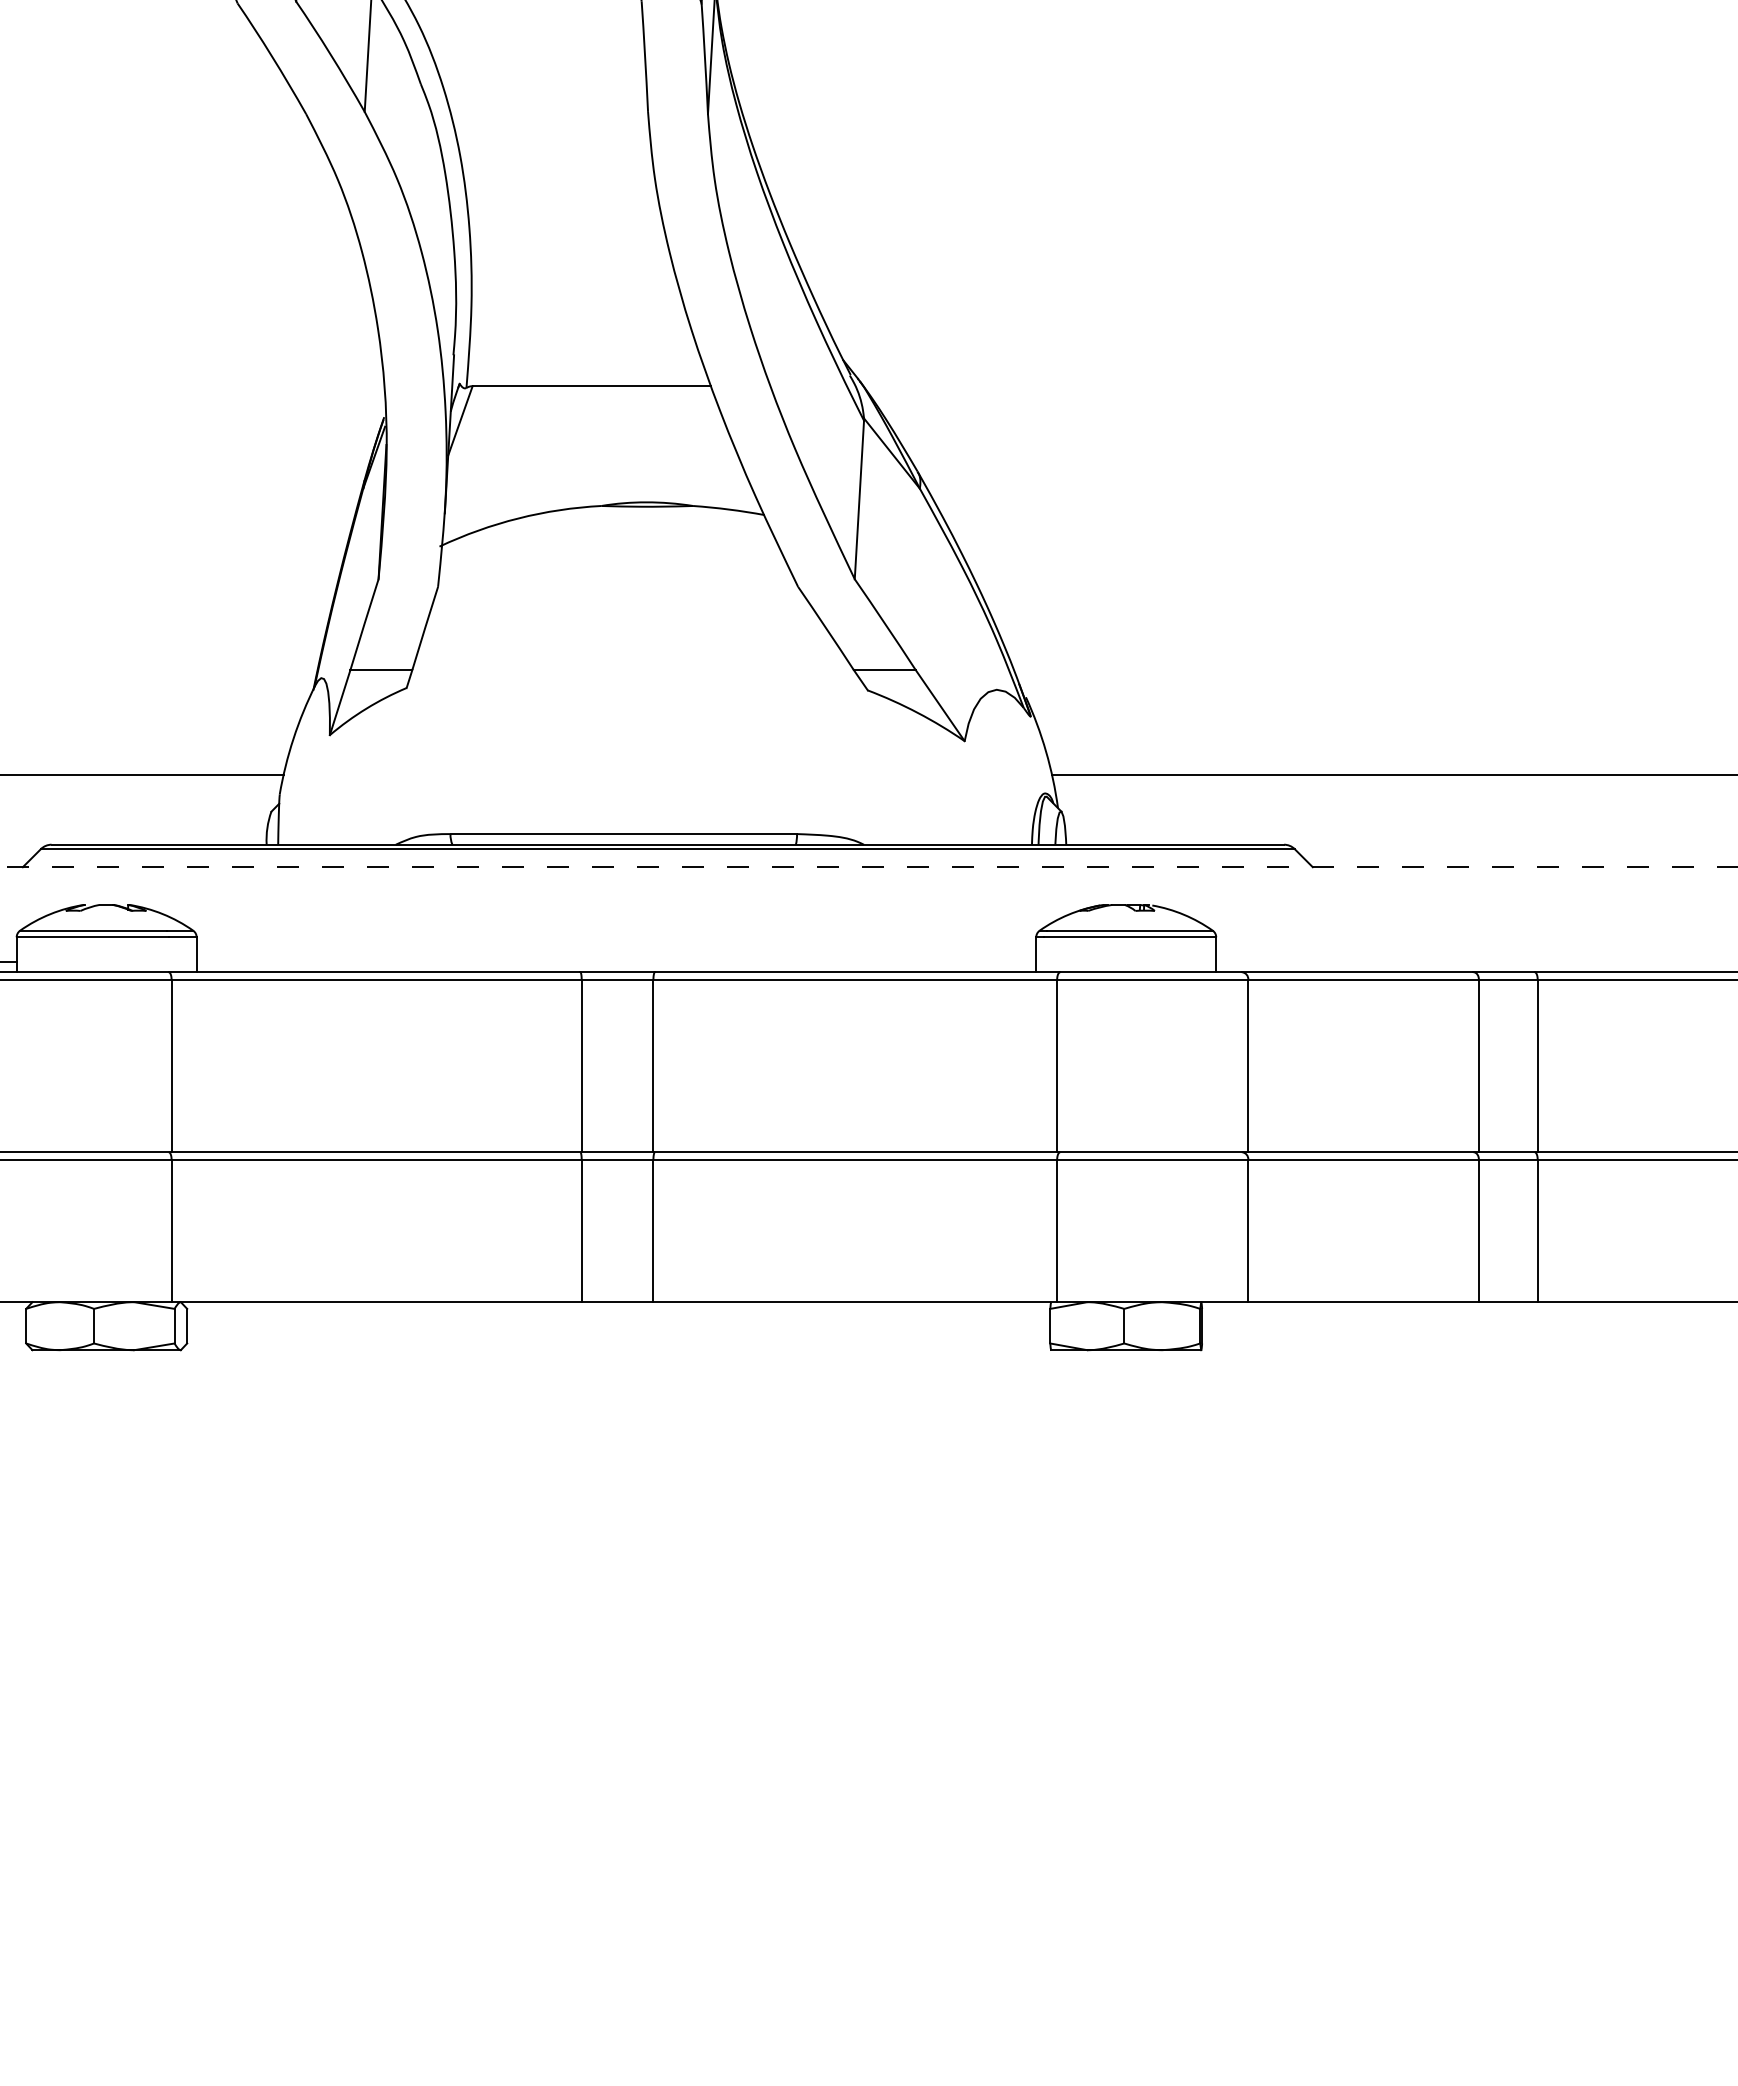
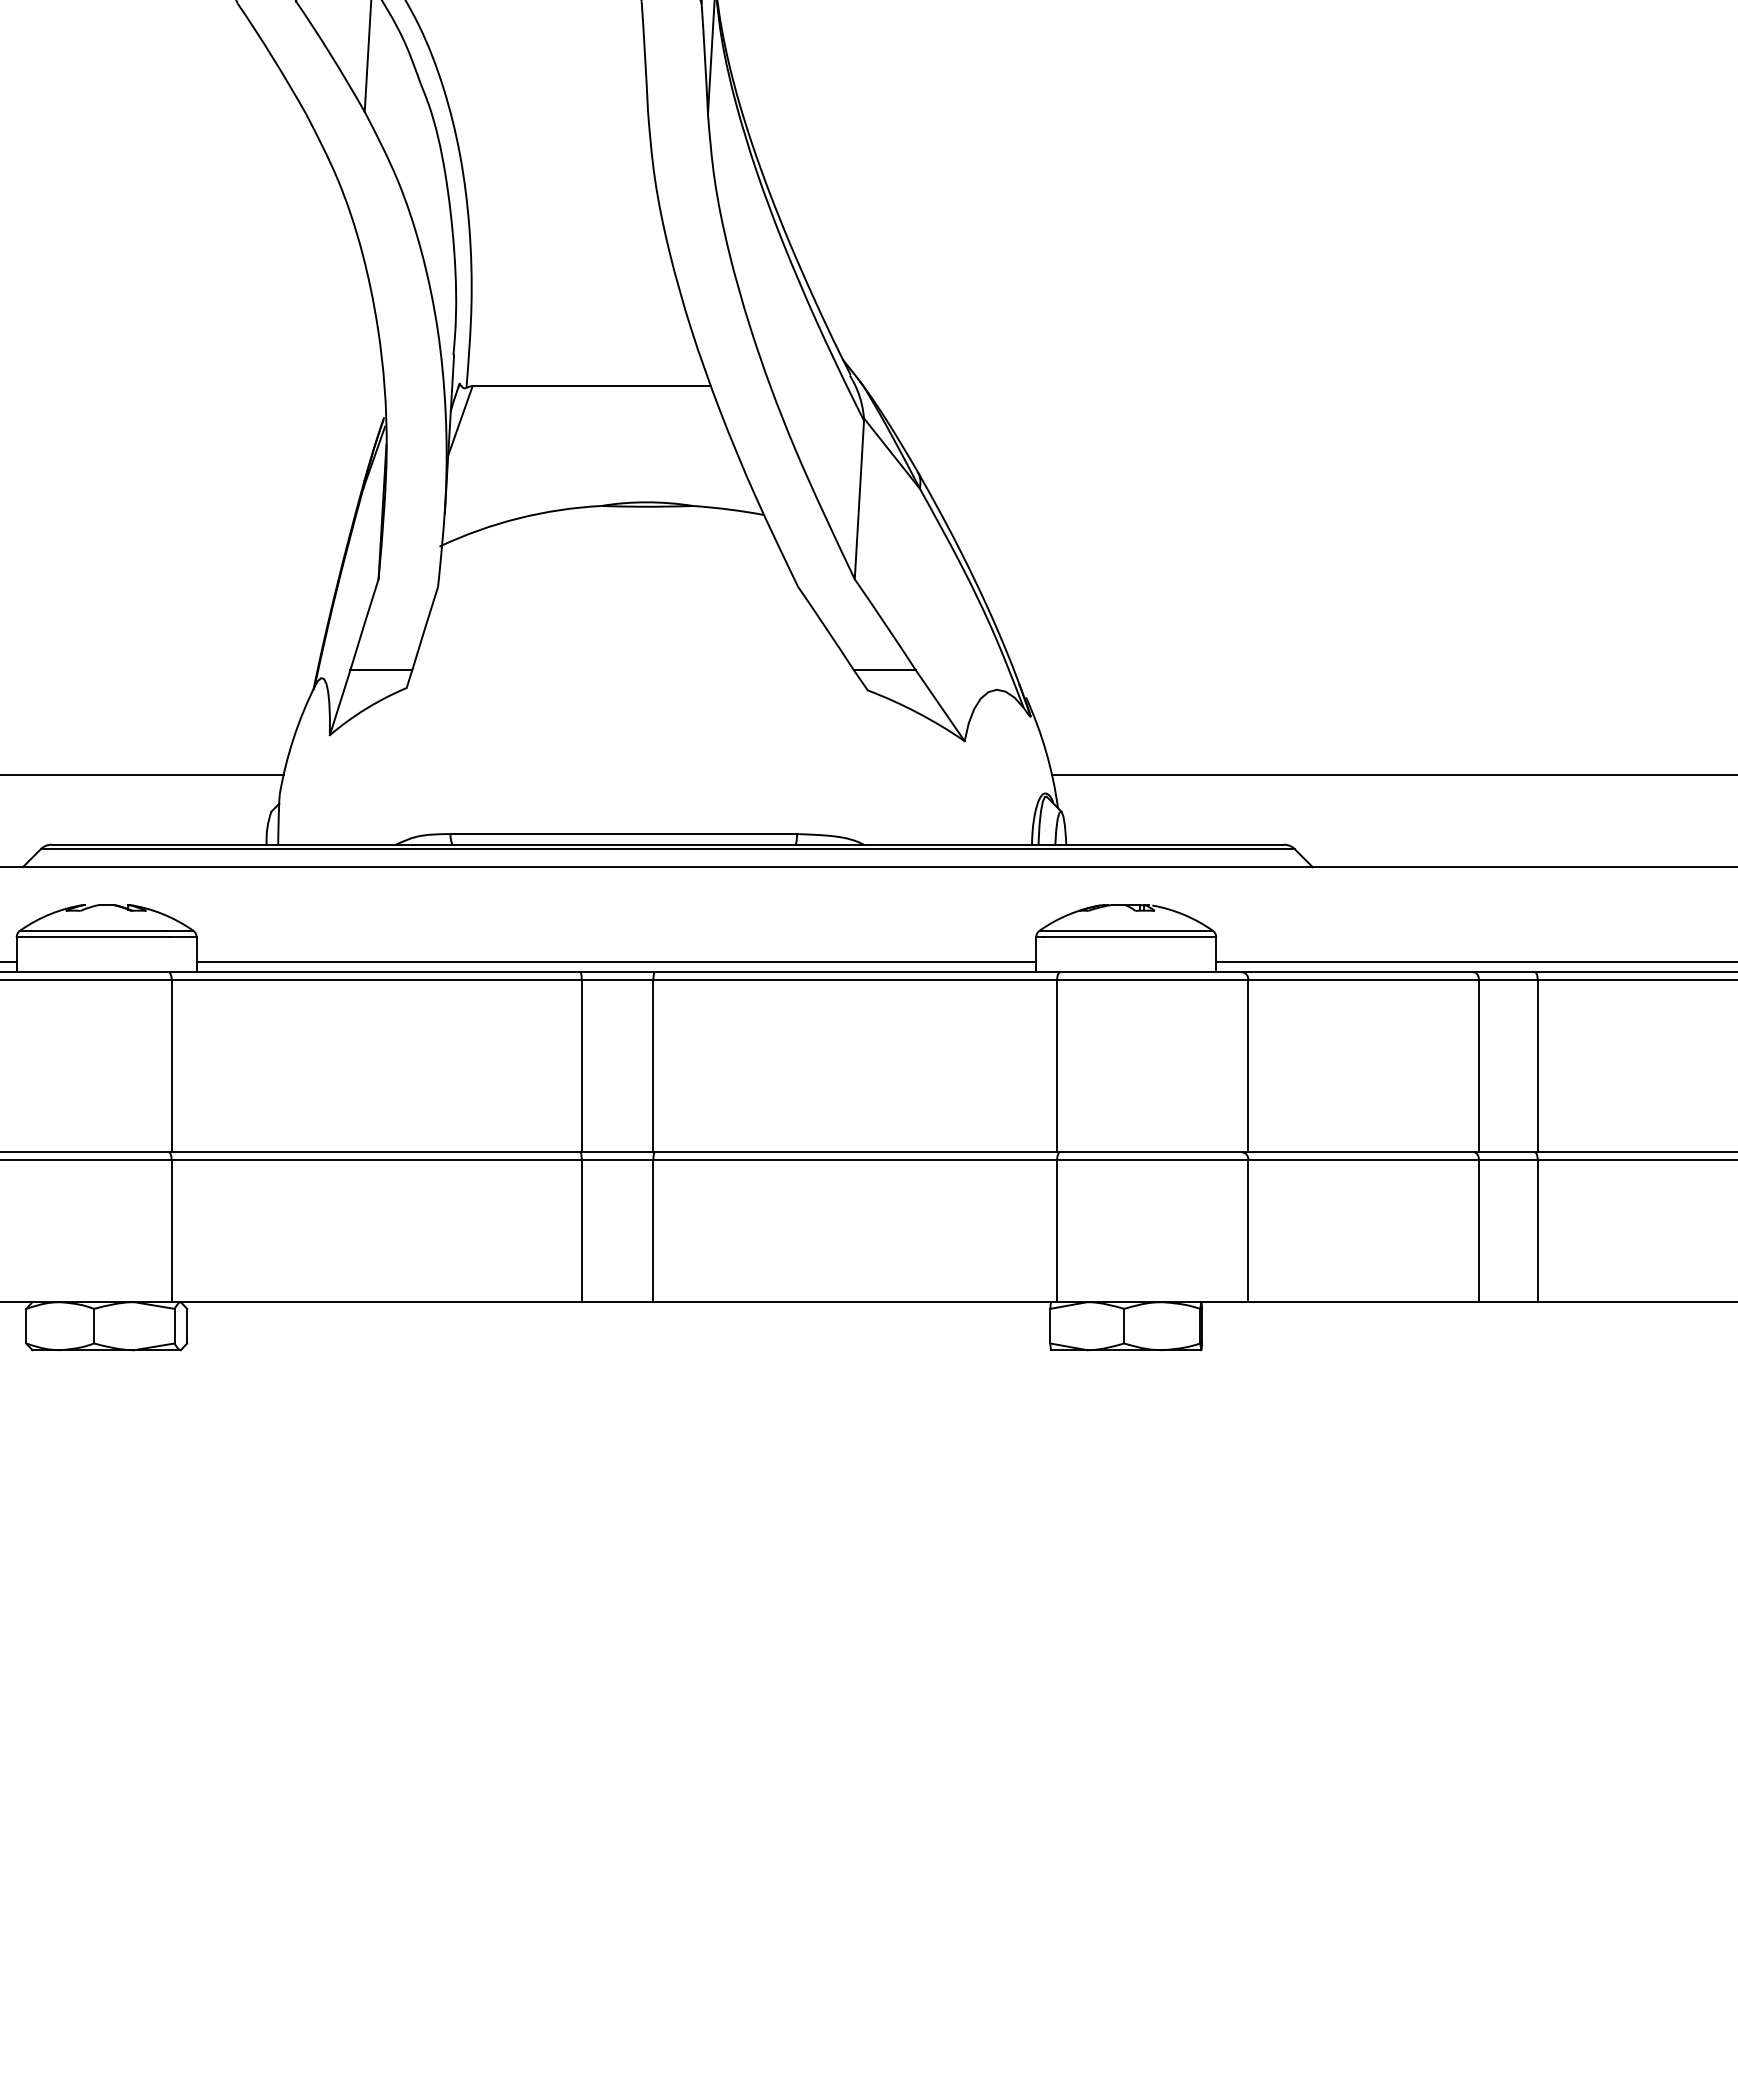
line at (869, 867): dashed -> solid
line at (616, 961): none -> present
line at (1475, 961): none -> present
